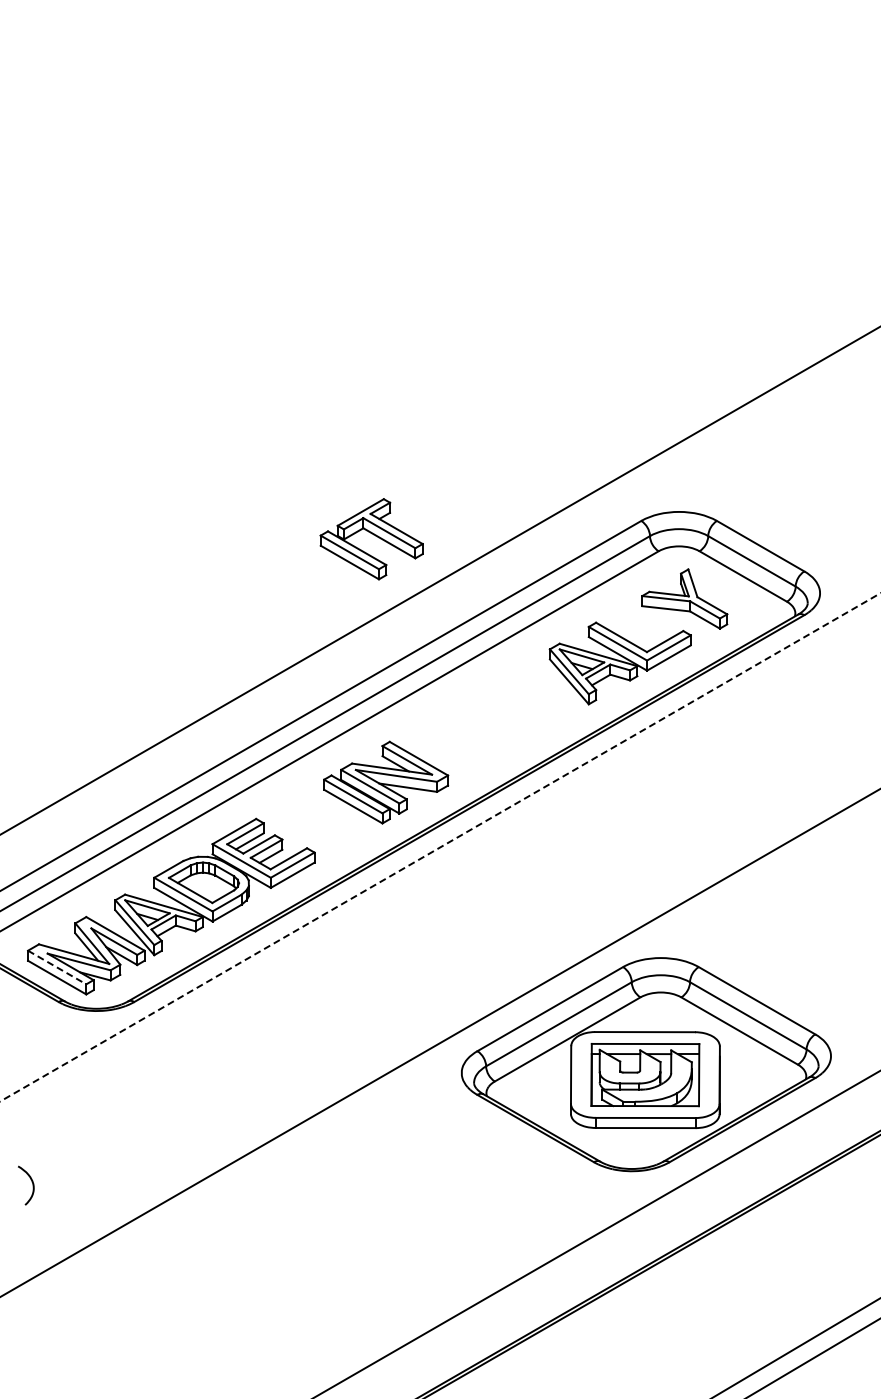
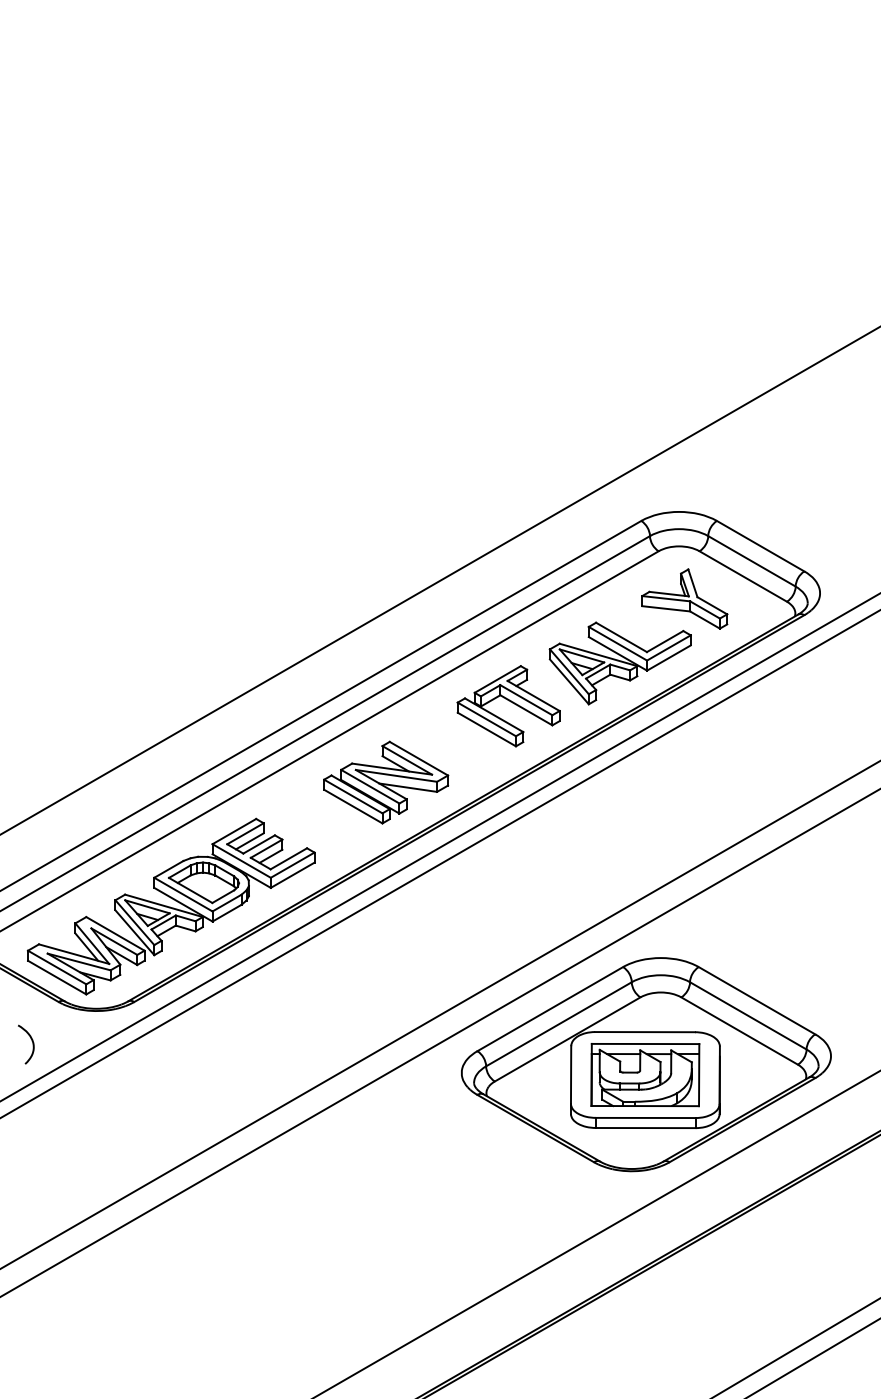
part at (371, 539) position: (371, 539) -> (508, 706)
line at (440, 847): dashed -> solid
line at (439, 863): none -> present
line at (57, 967): dashed -> solid
line at (439, 1014): none -> present
curve at (31, 1182) position: (31, 1182) -> (31, 1041)
